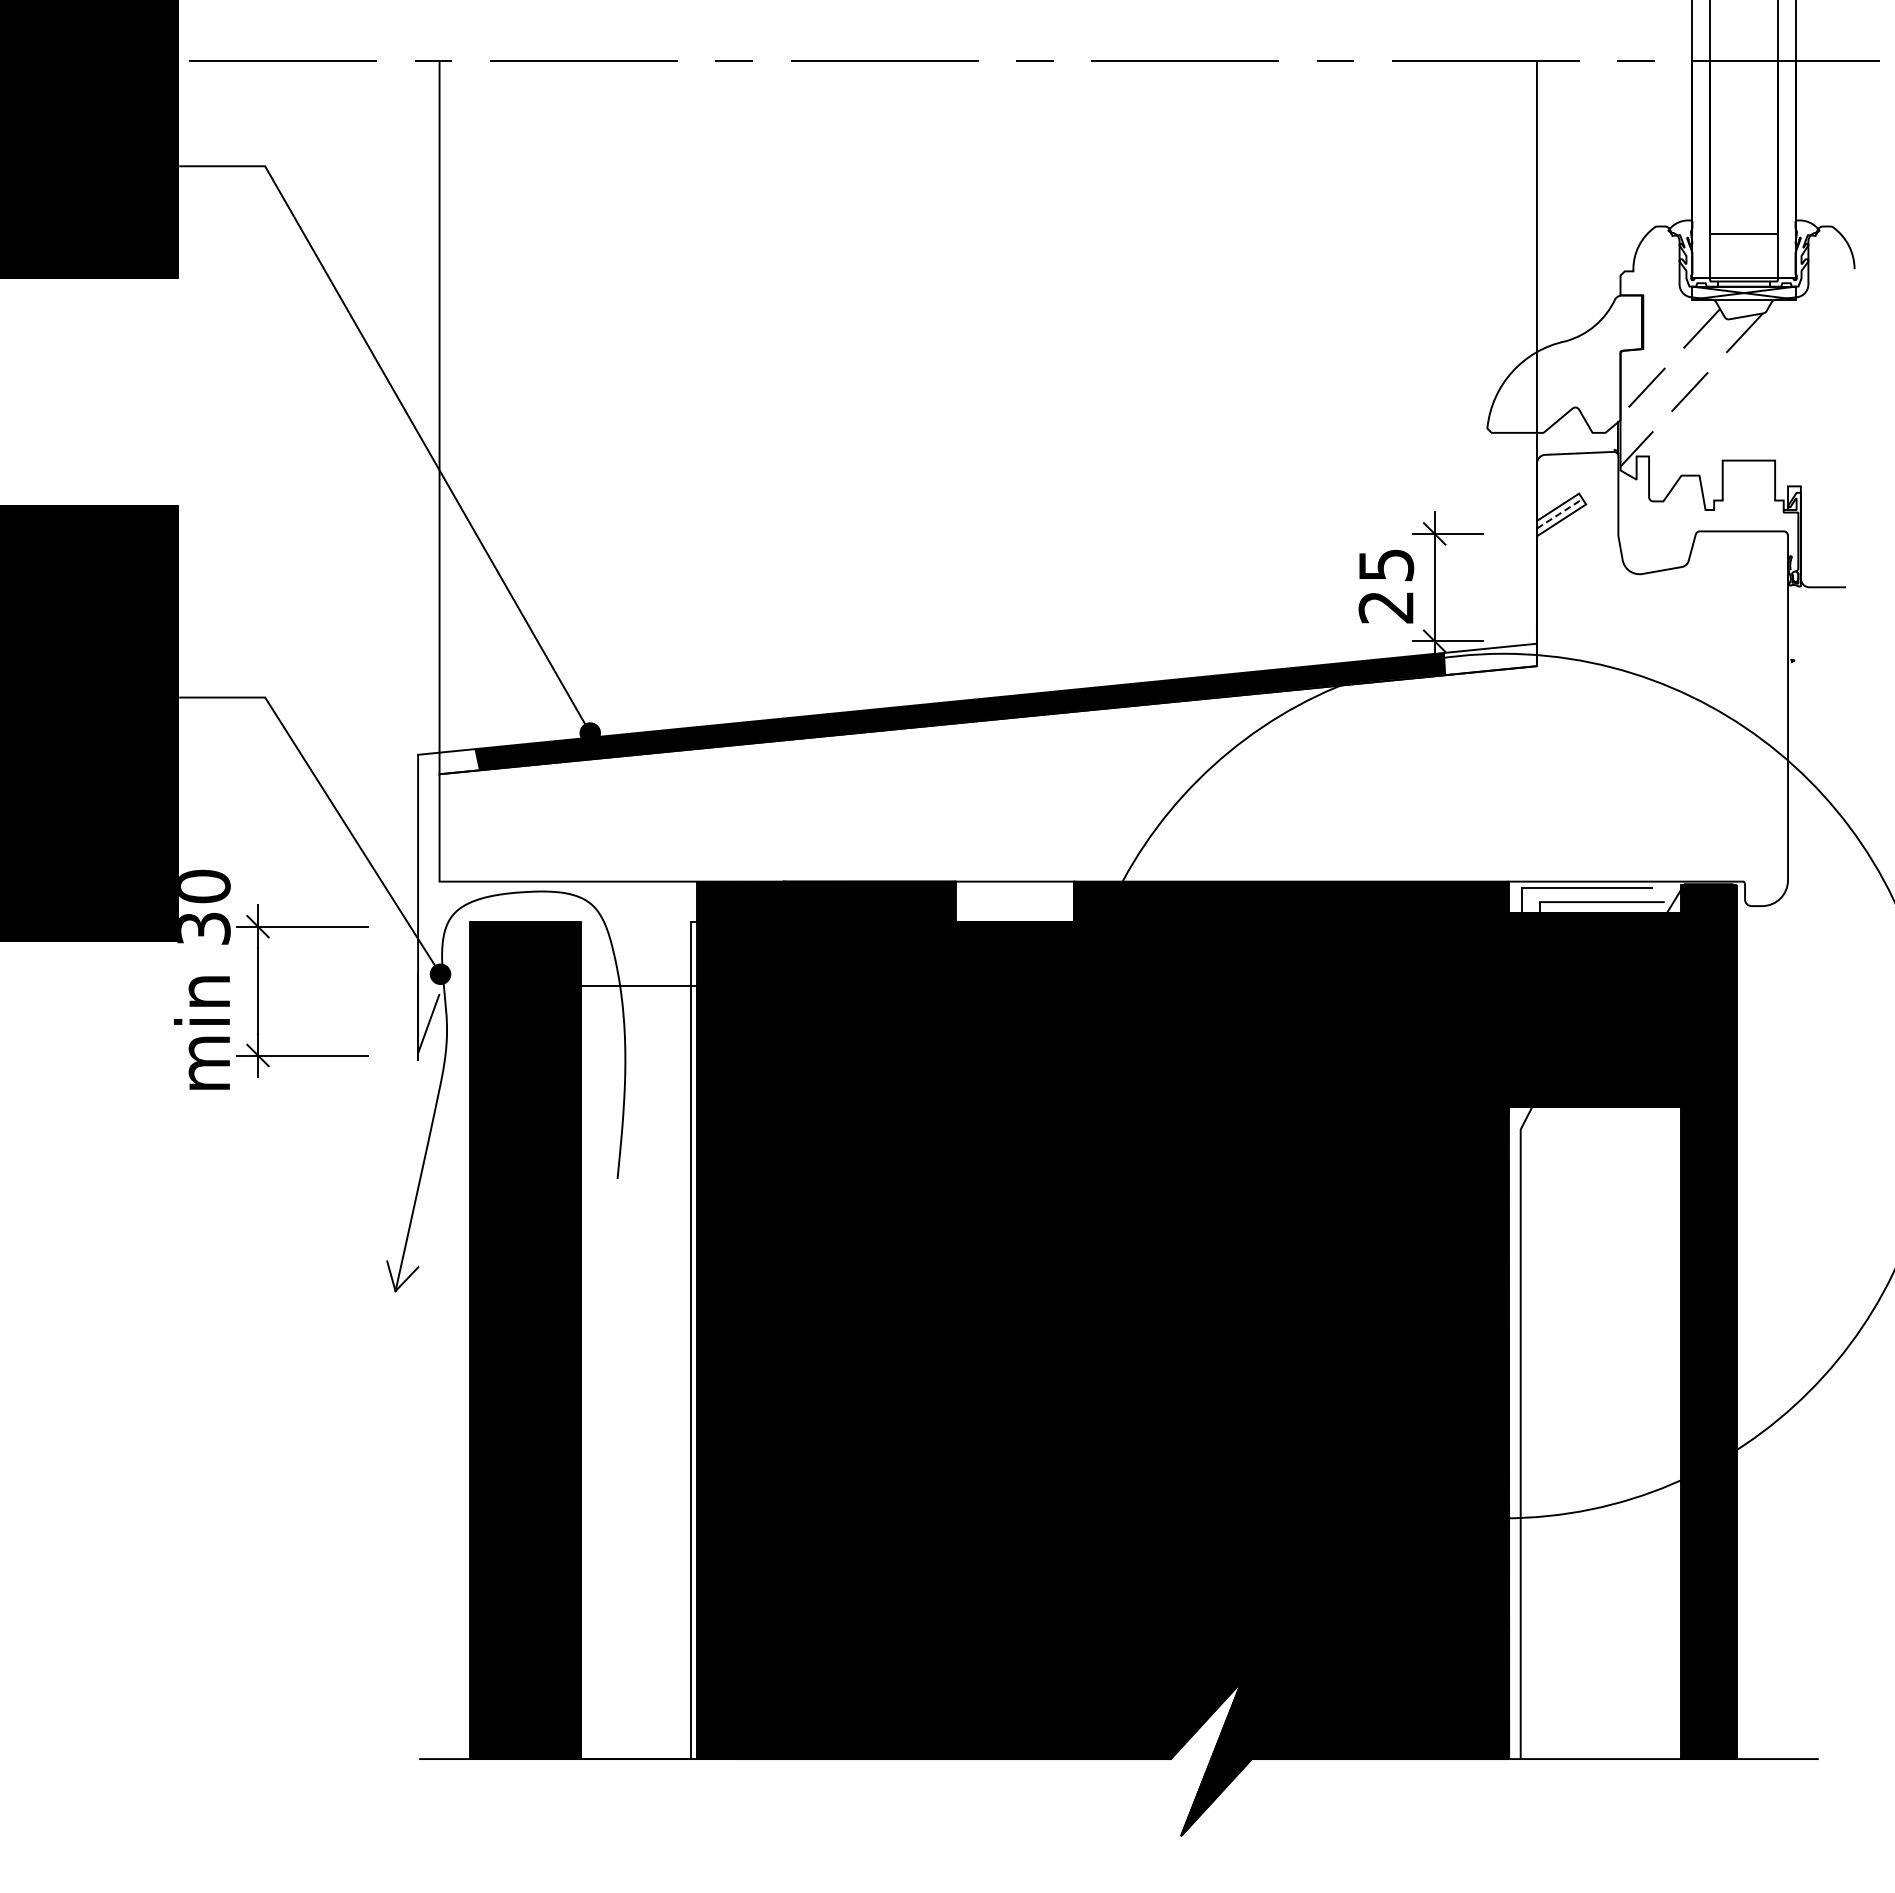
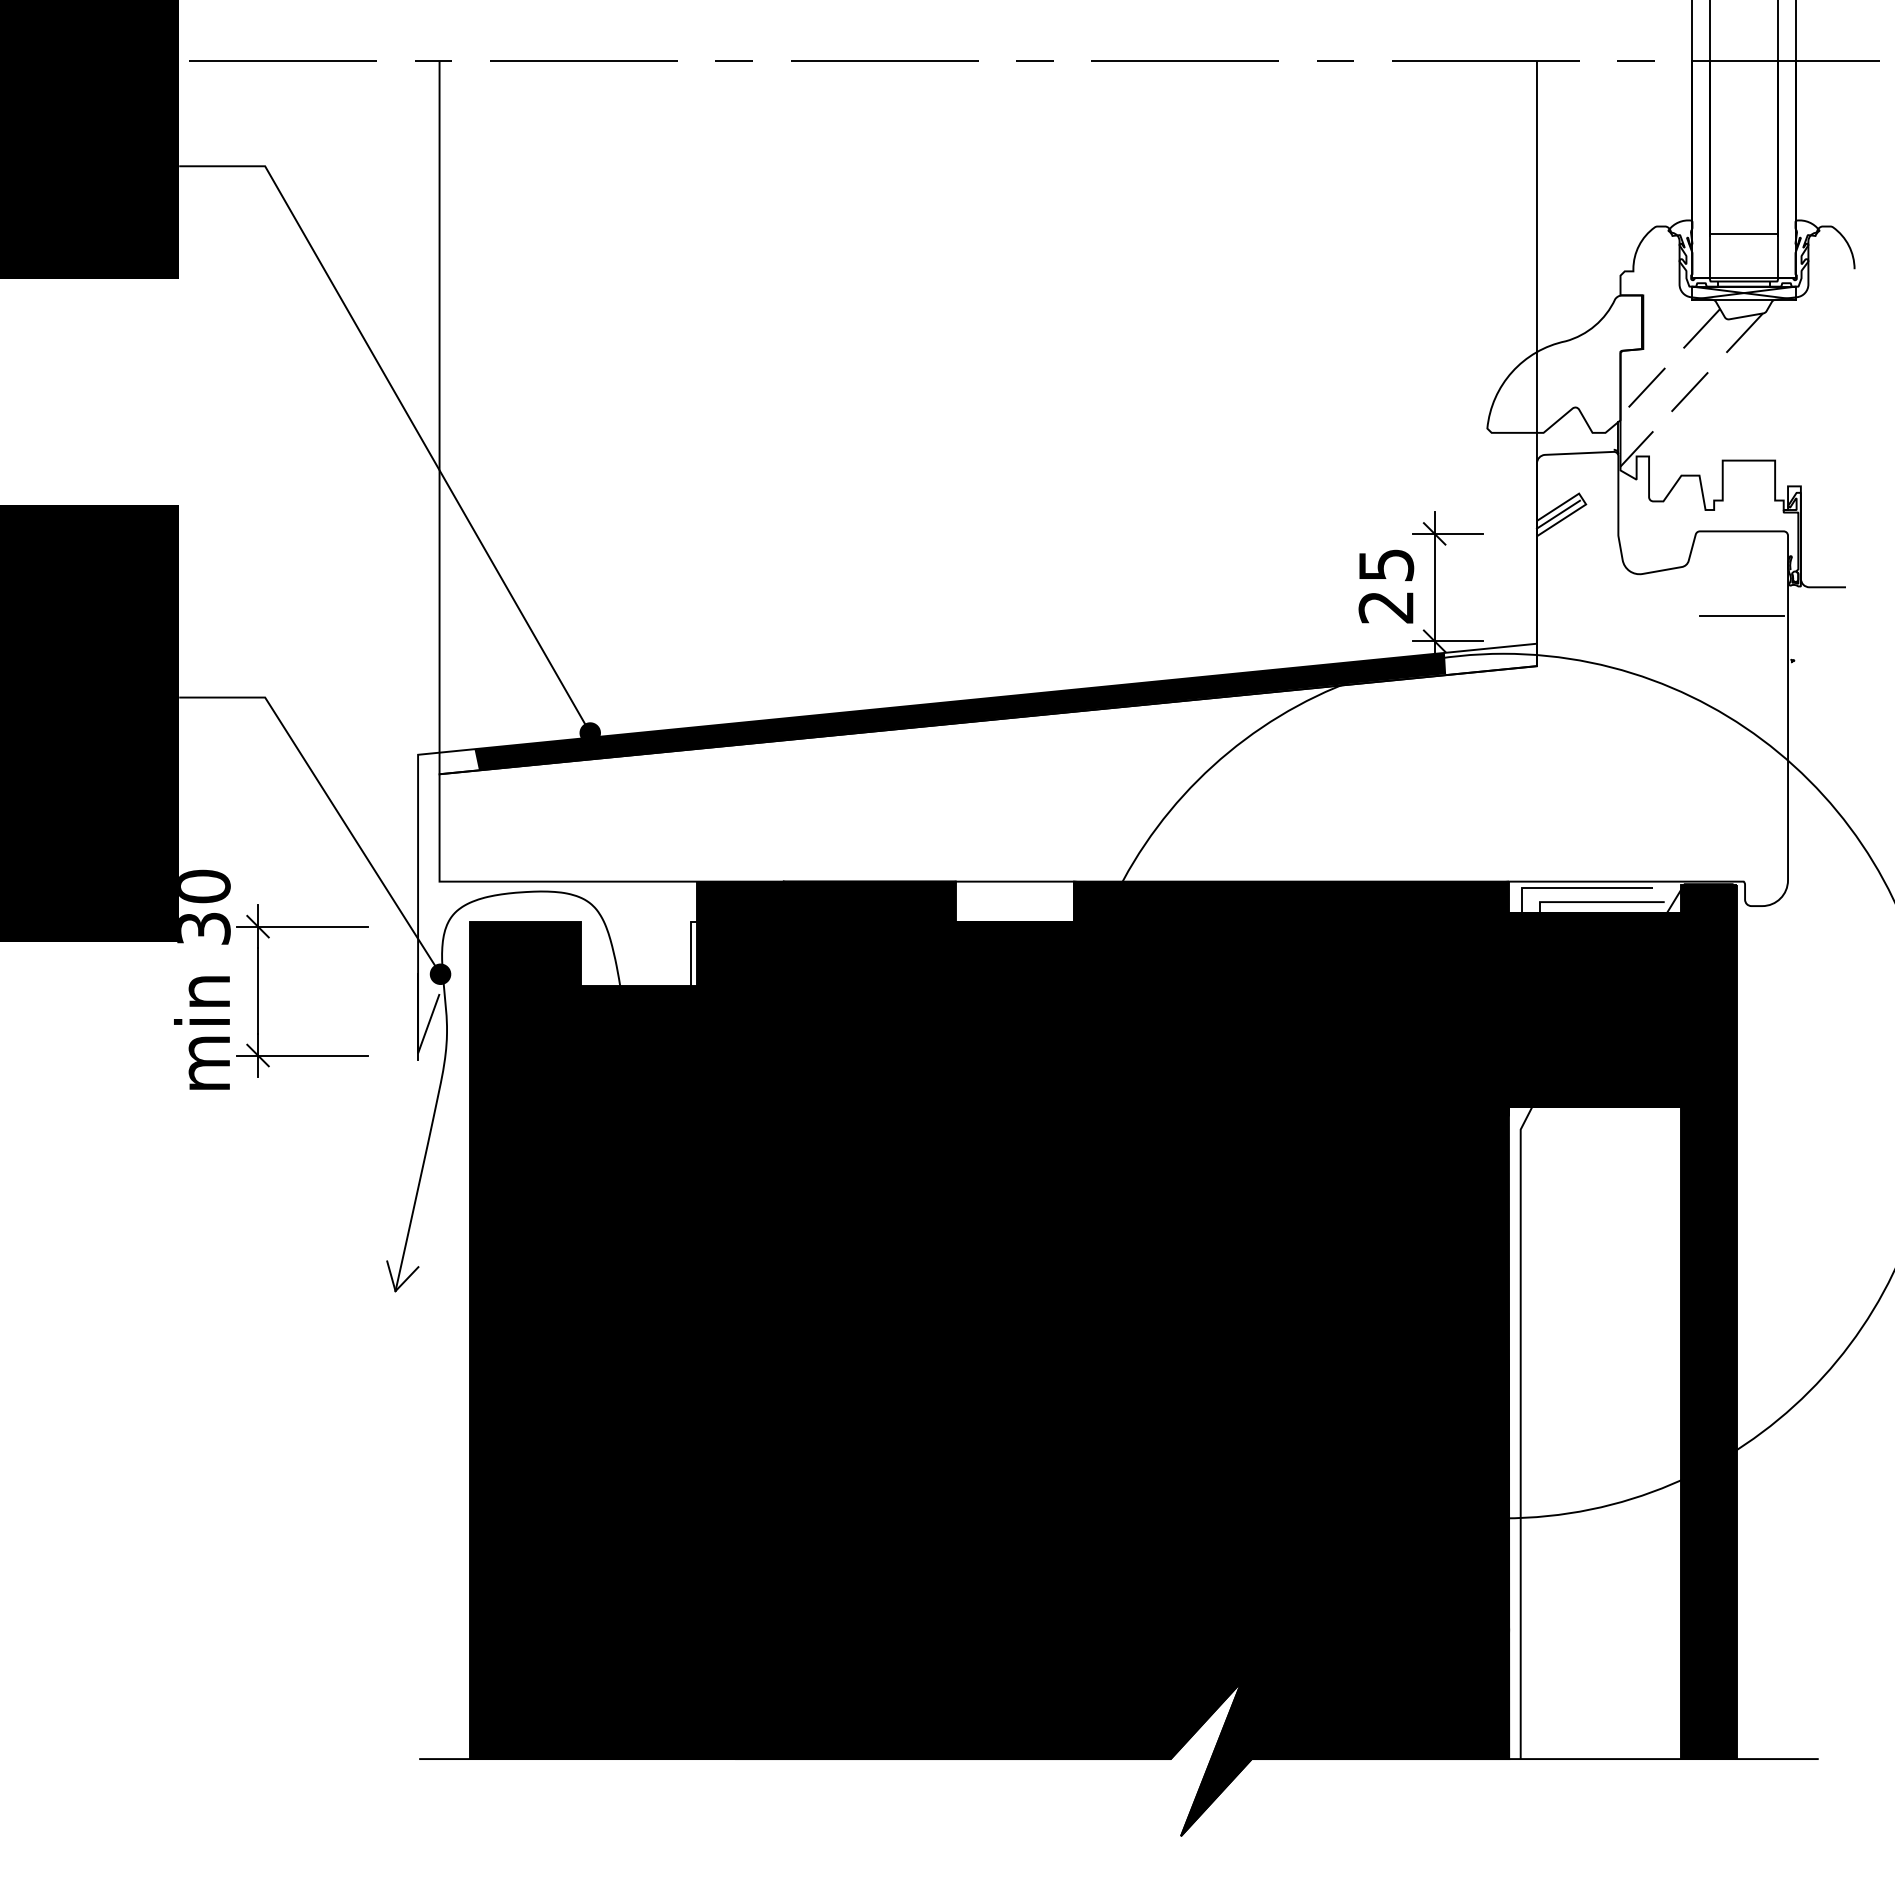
line at (1558, 514): dashed -> solid
line at (1741, 616): none -> present
fill at (639, 1372): none -> present
